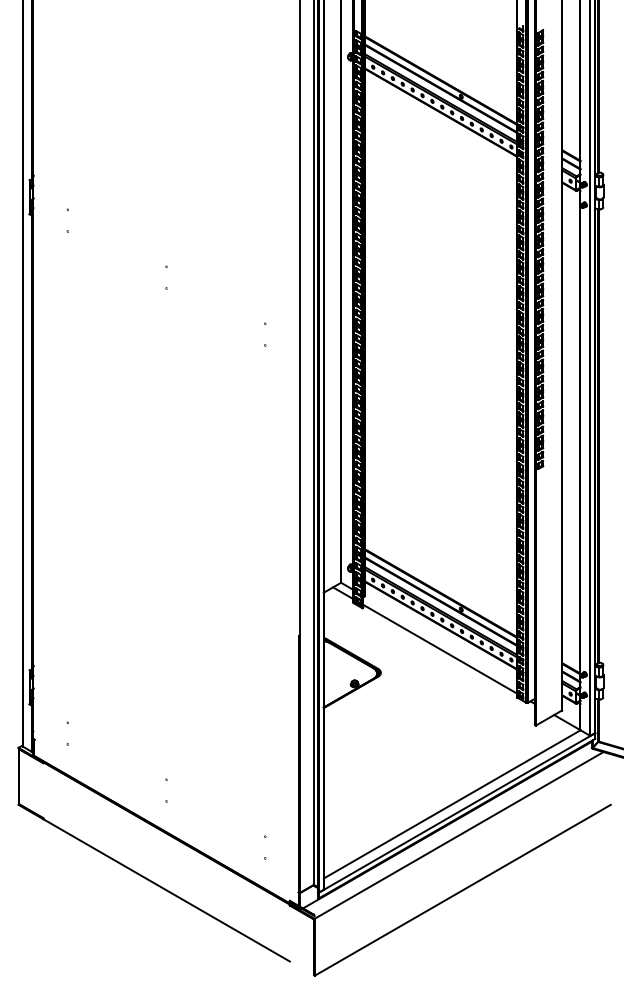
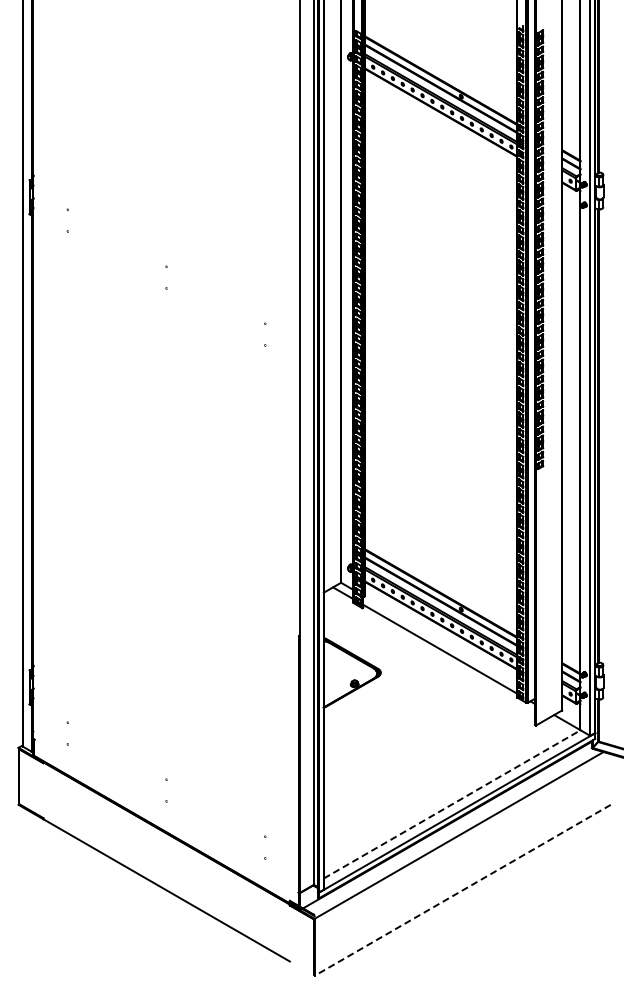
line at (452, 804): solid -> dashed
line at (462, 890): solid -> dashed
